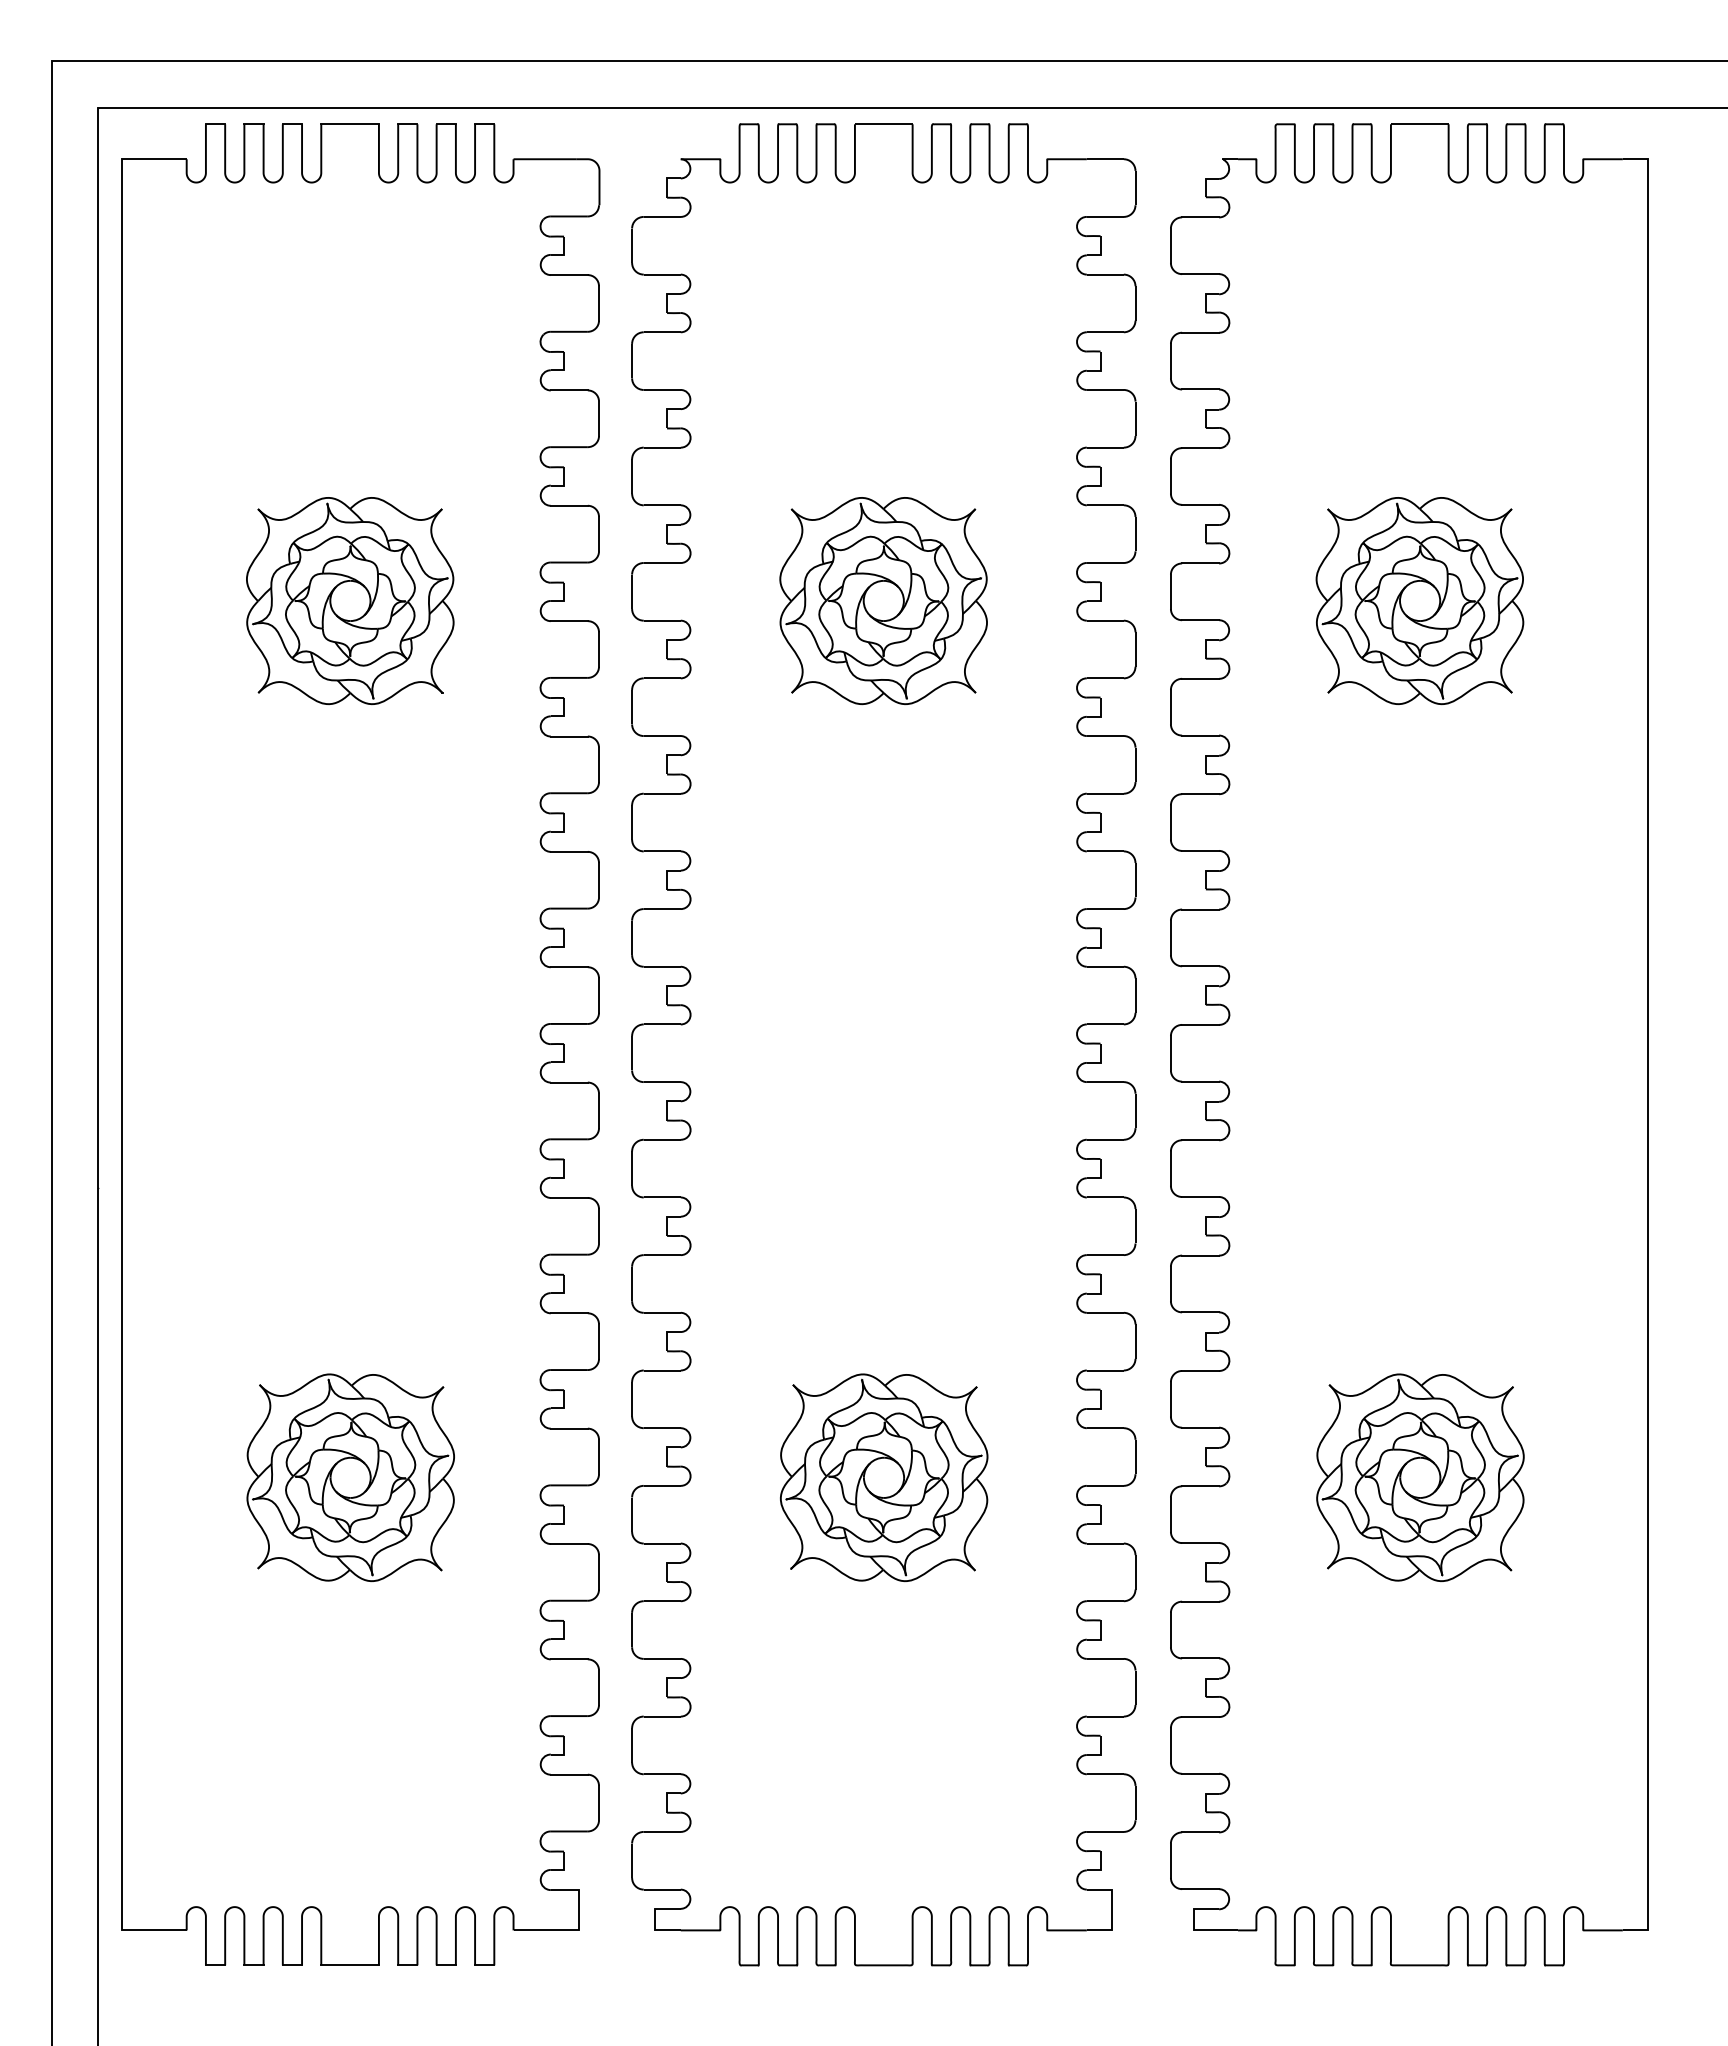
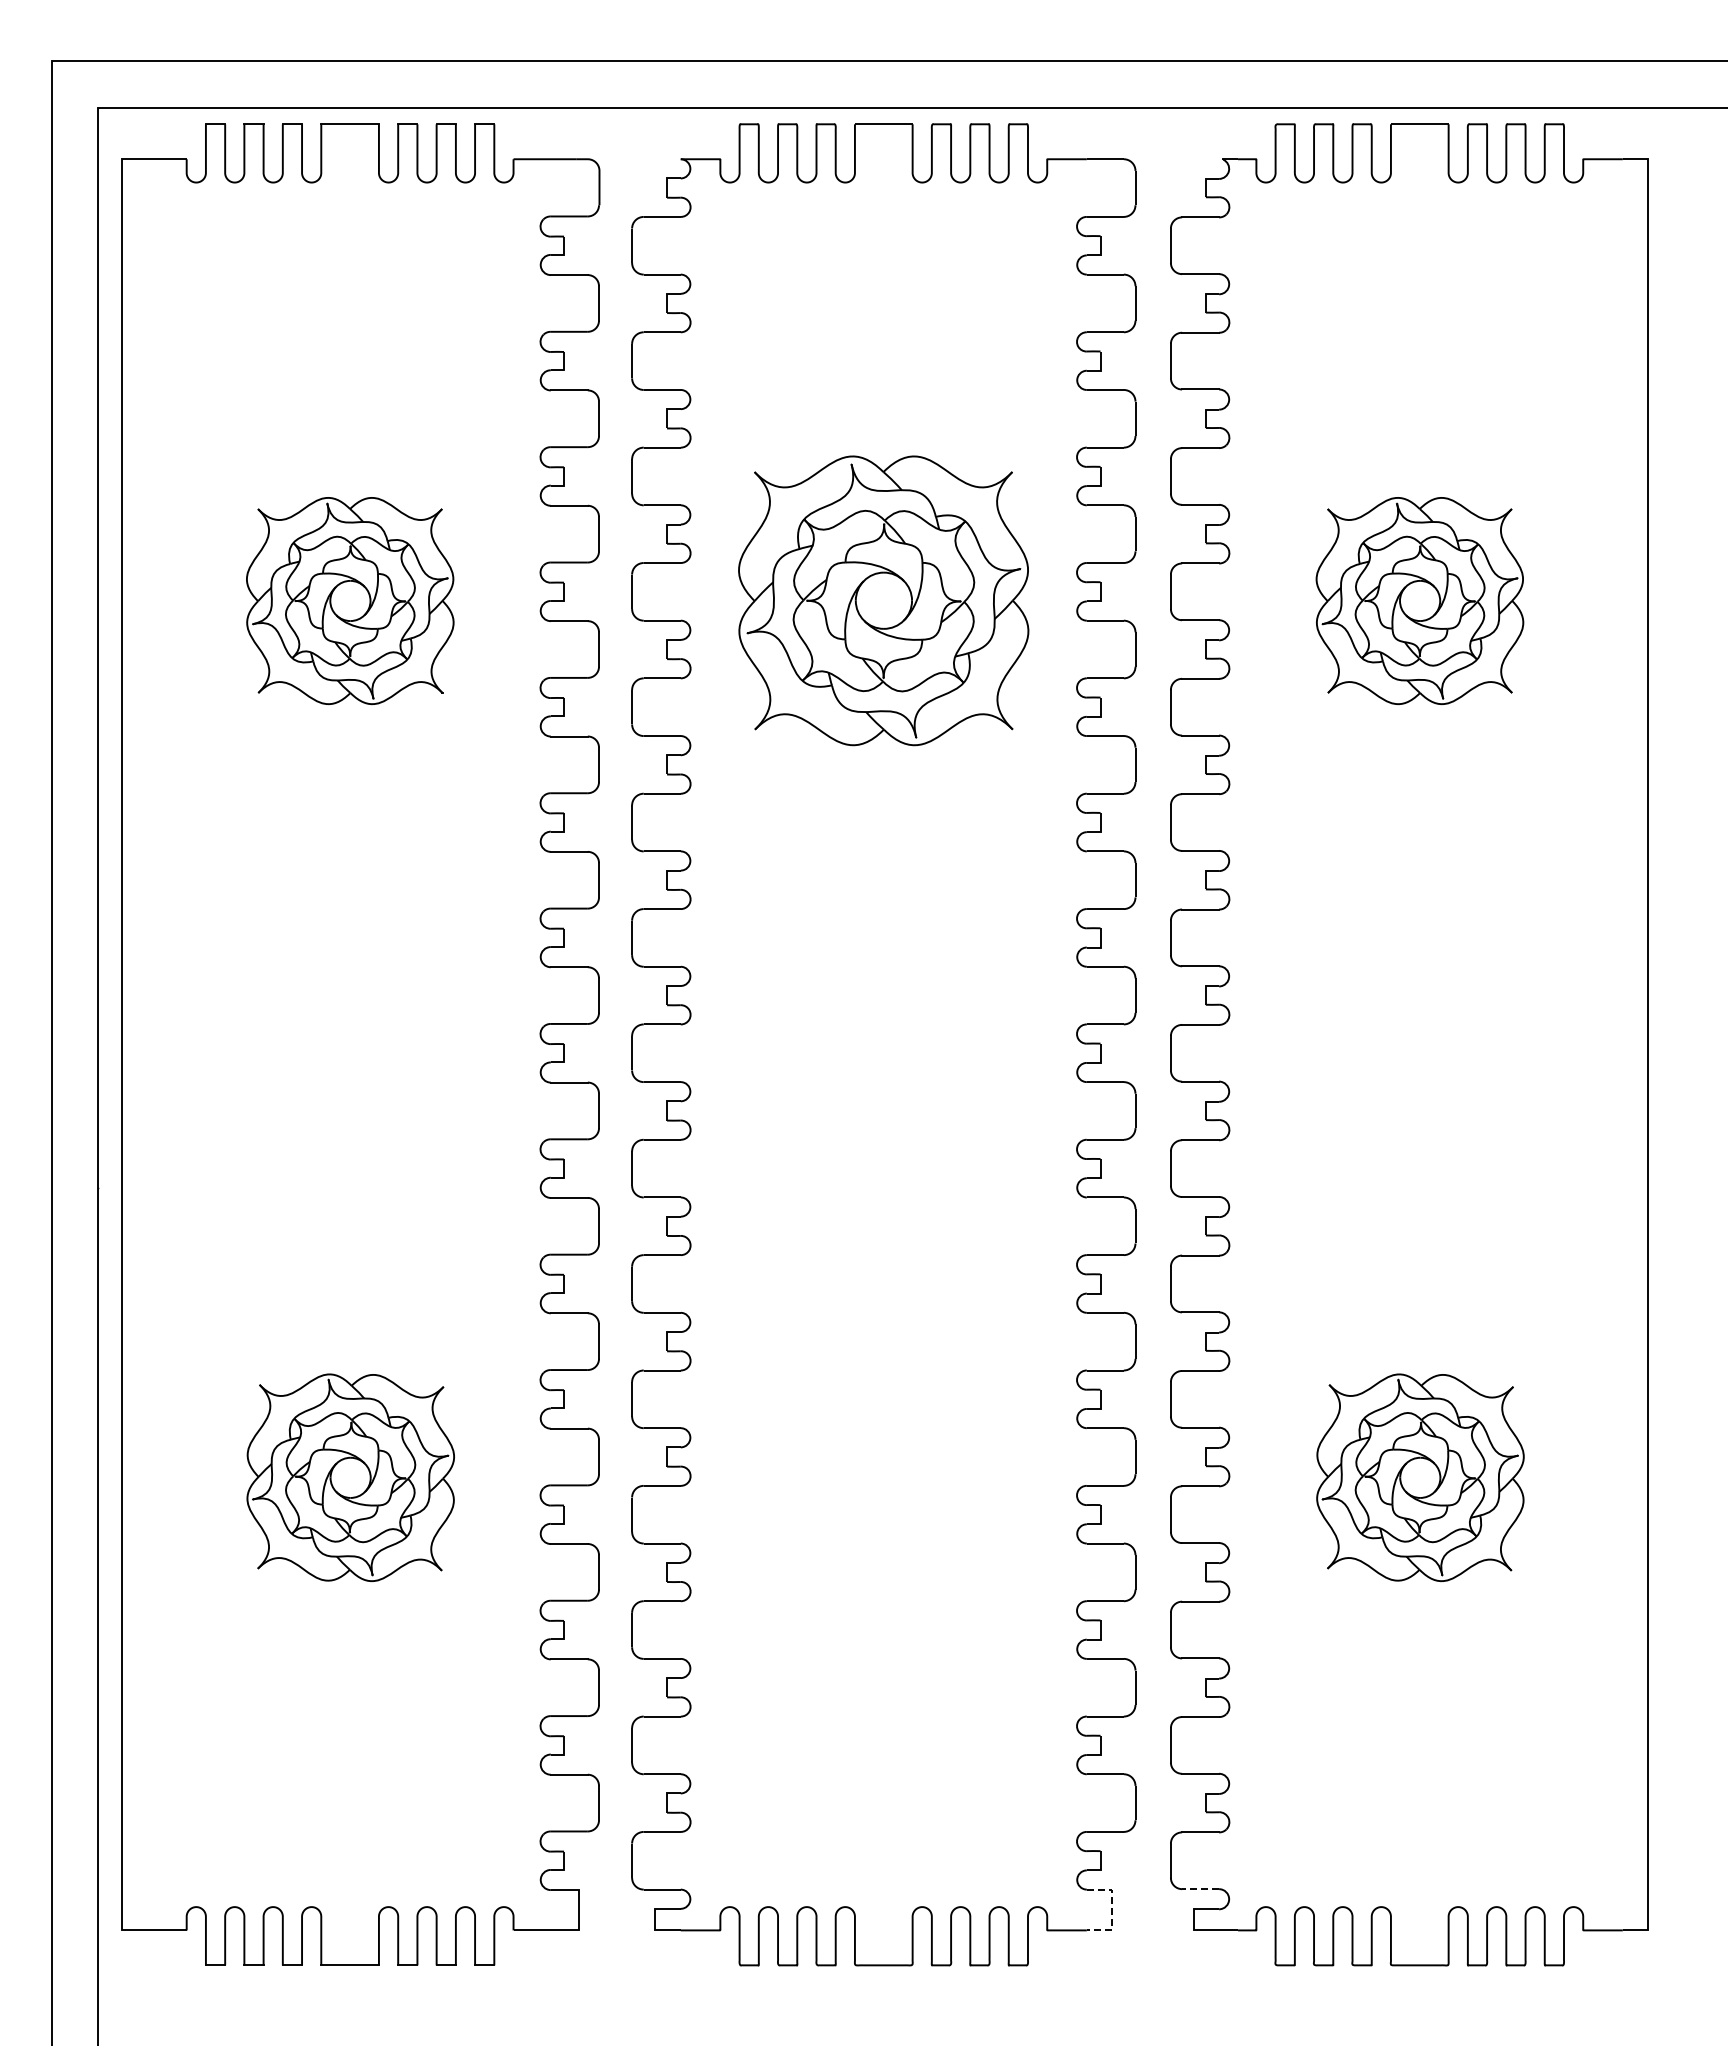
part at (883, 601) size: 209x209 px -> 292x292 px
part at (884, 1477): present -> none
line at (1200, 1889): solid -> dashed
line at (1112, 1910): solid -> dashed
